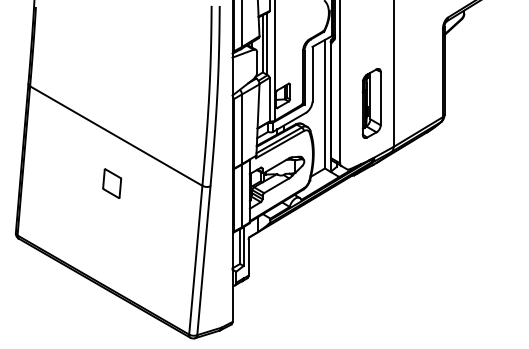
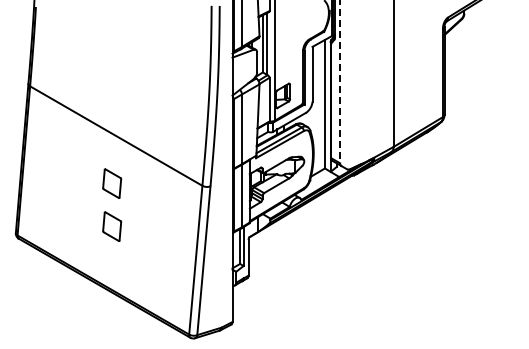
line at (340, 82): solid -> dashed
part at (371, 103): present -> none
part at (112, 226): none -> present
